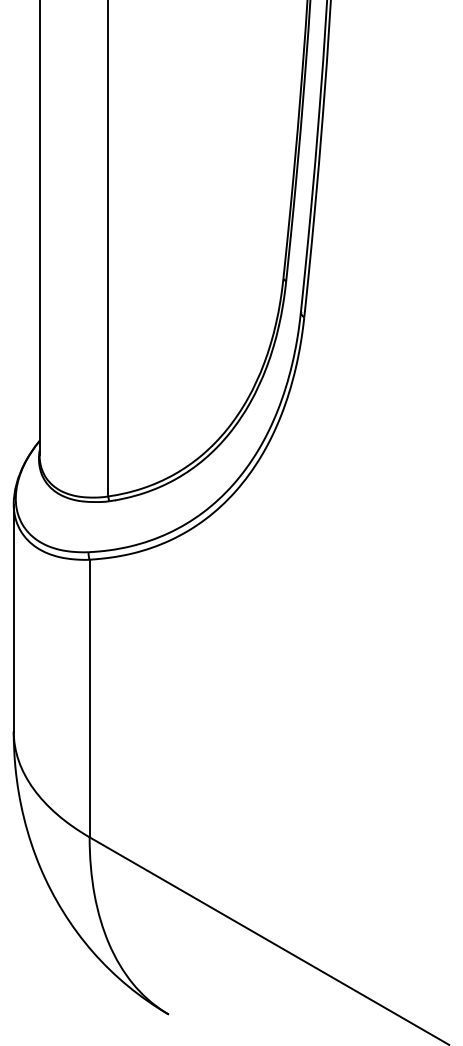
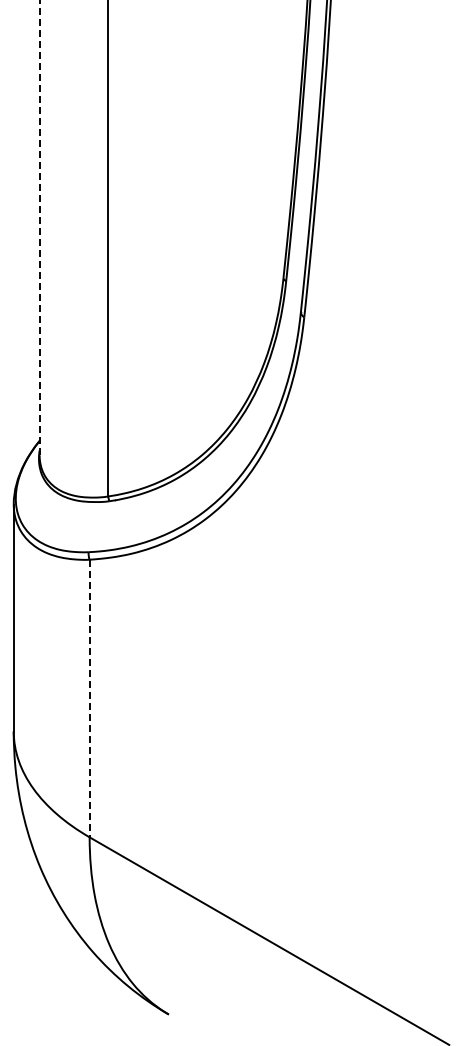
line at (39, 227): solid -> dashed
line at (89, 698): solid -> dashed
